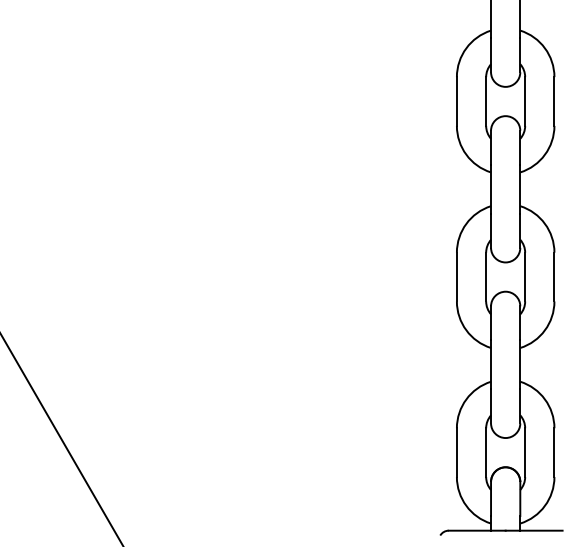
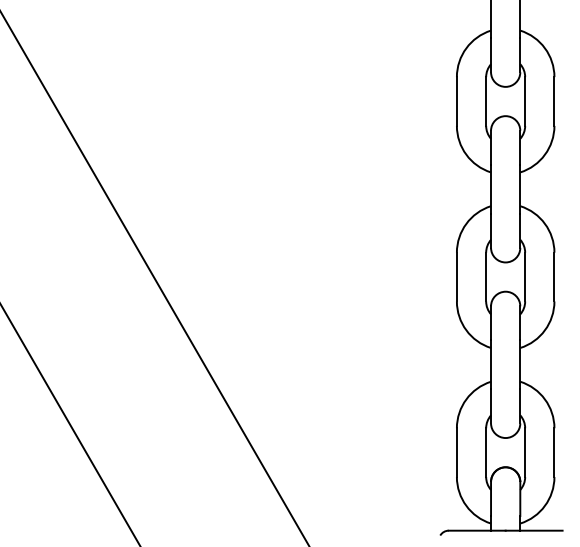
line at (154, 278): none -> present
line at (61, 439) position: (61, 439) -> (70, 425)
